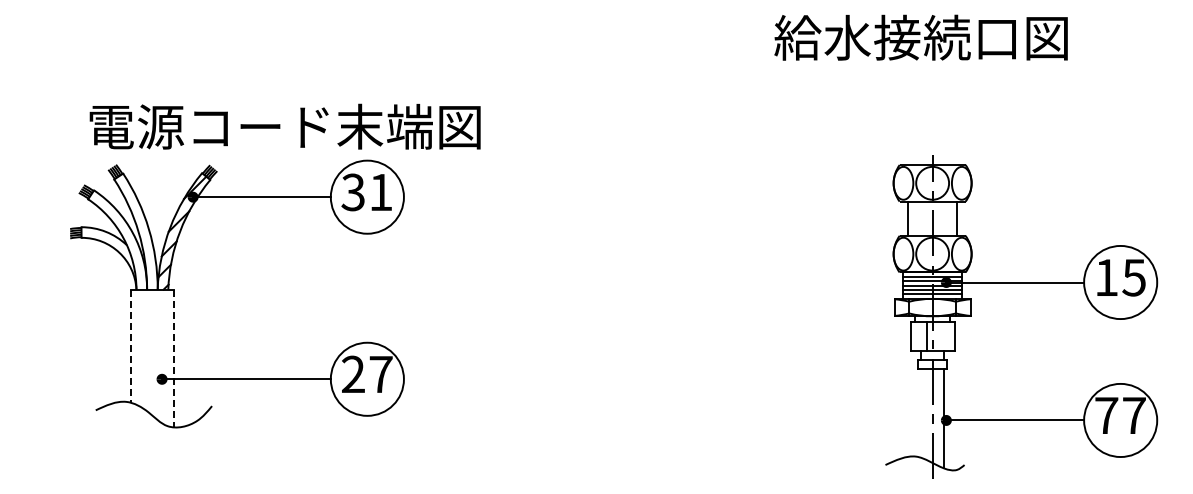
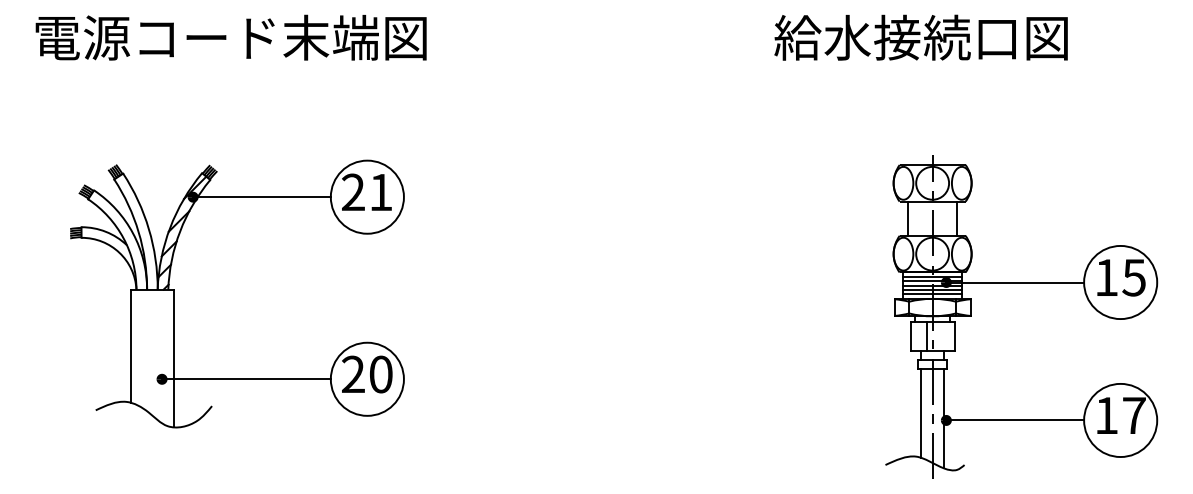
text at (284, 126) position: (284, 126) -> (230, 37)
text at (352, 192): 31 -> 21
line at (131, 346): dashed -> solid
line at (173, 358): dashed -> solid
text at (380, 374): 27 -> 20
line at (920, 412): none -> present
text at (1106, 415): 77 -> 17
